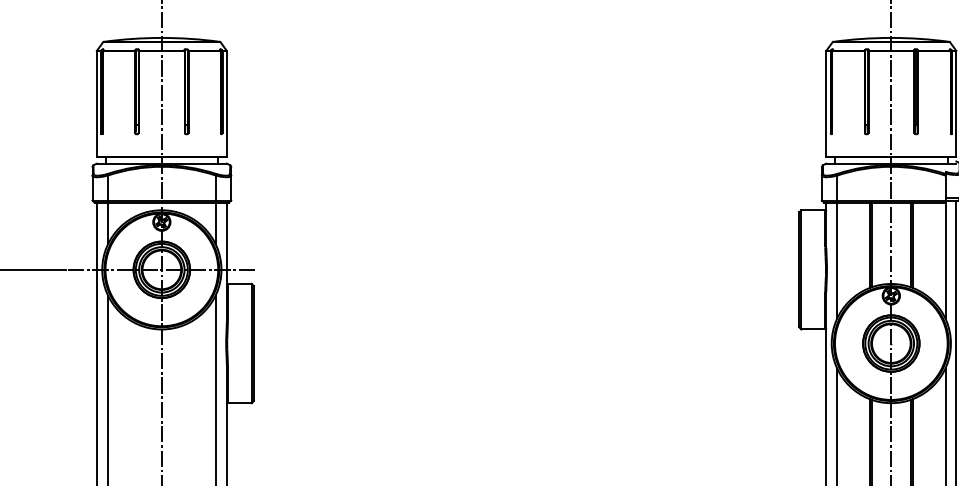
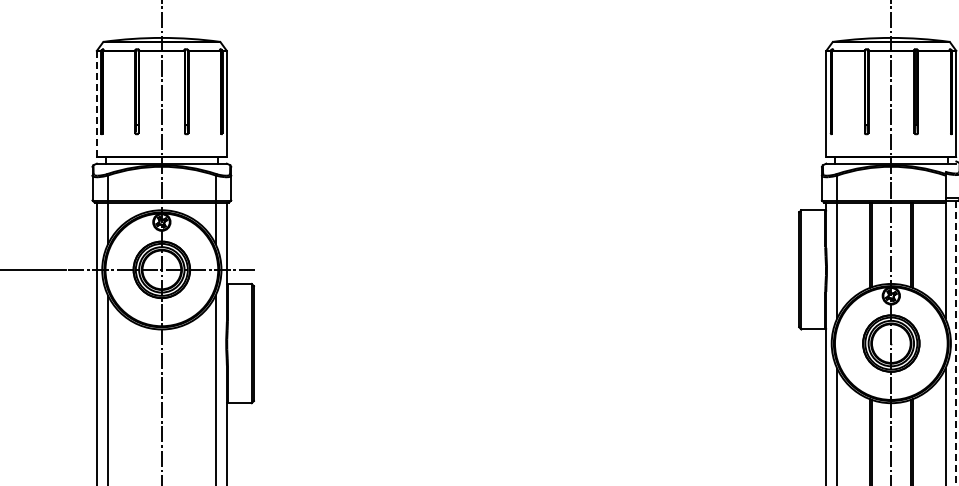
line at (96, 103): solid -> dashed
line at (956, 343): solid -> dashed
